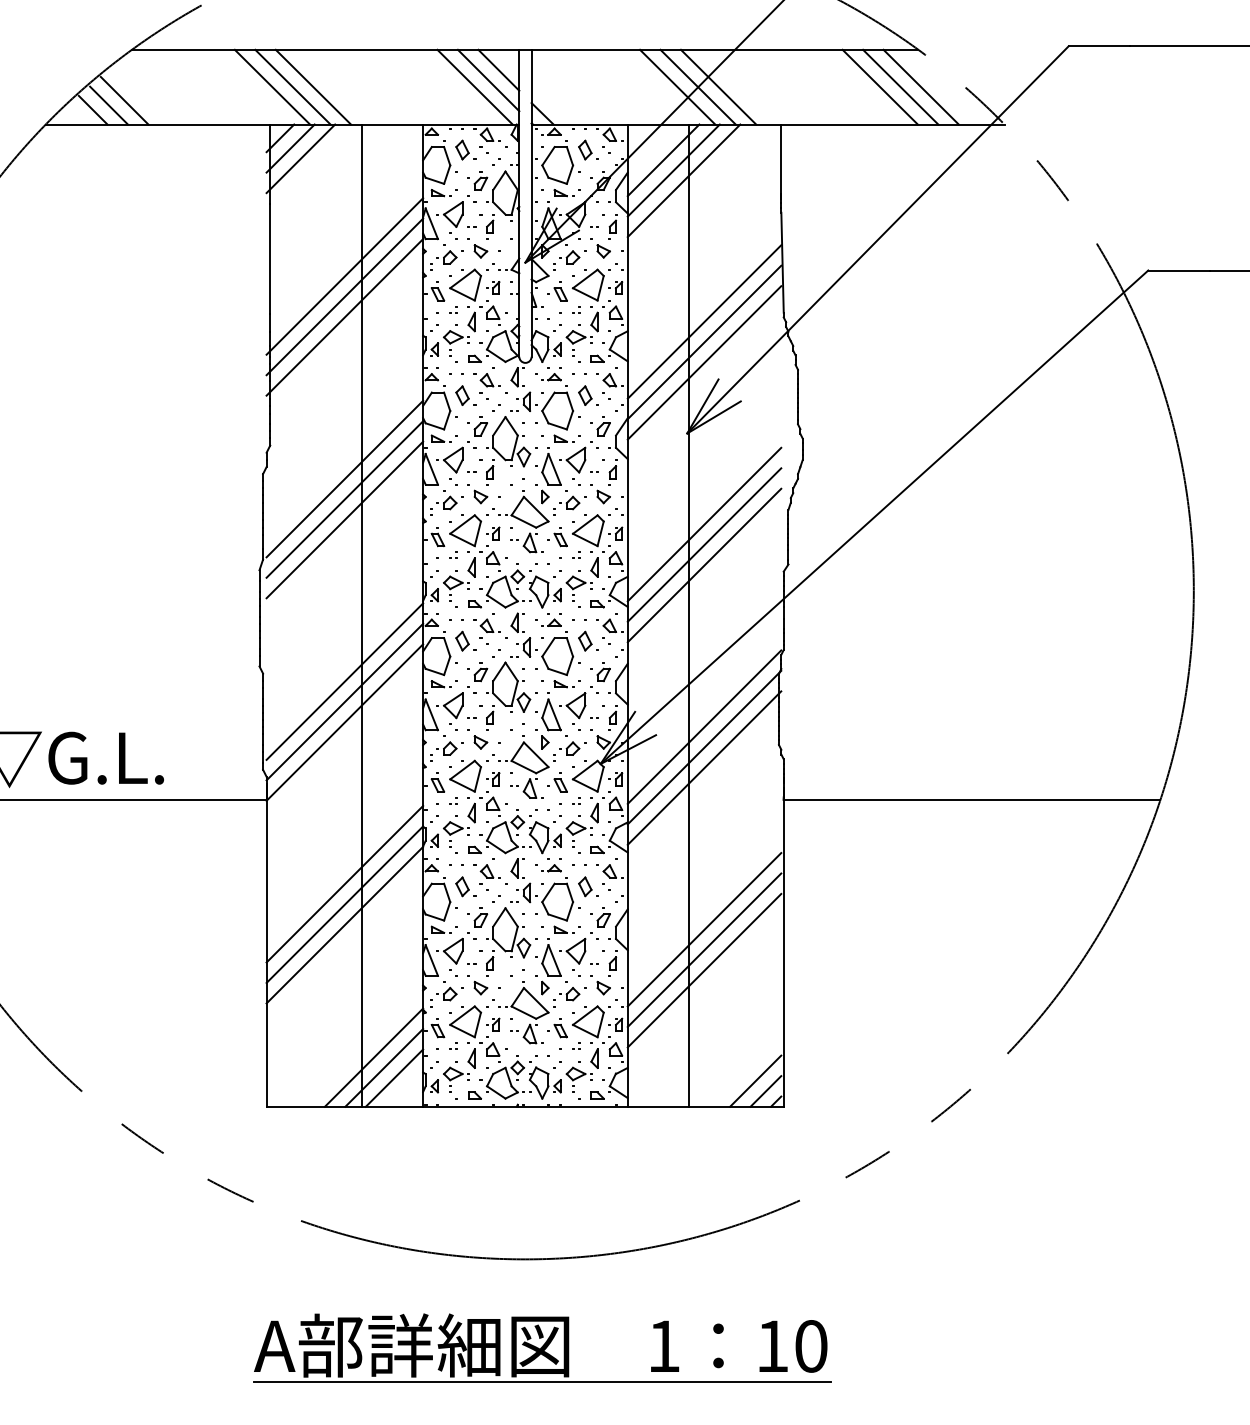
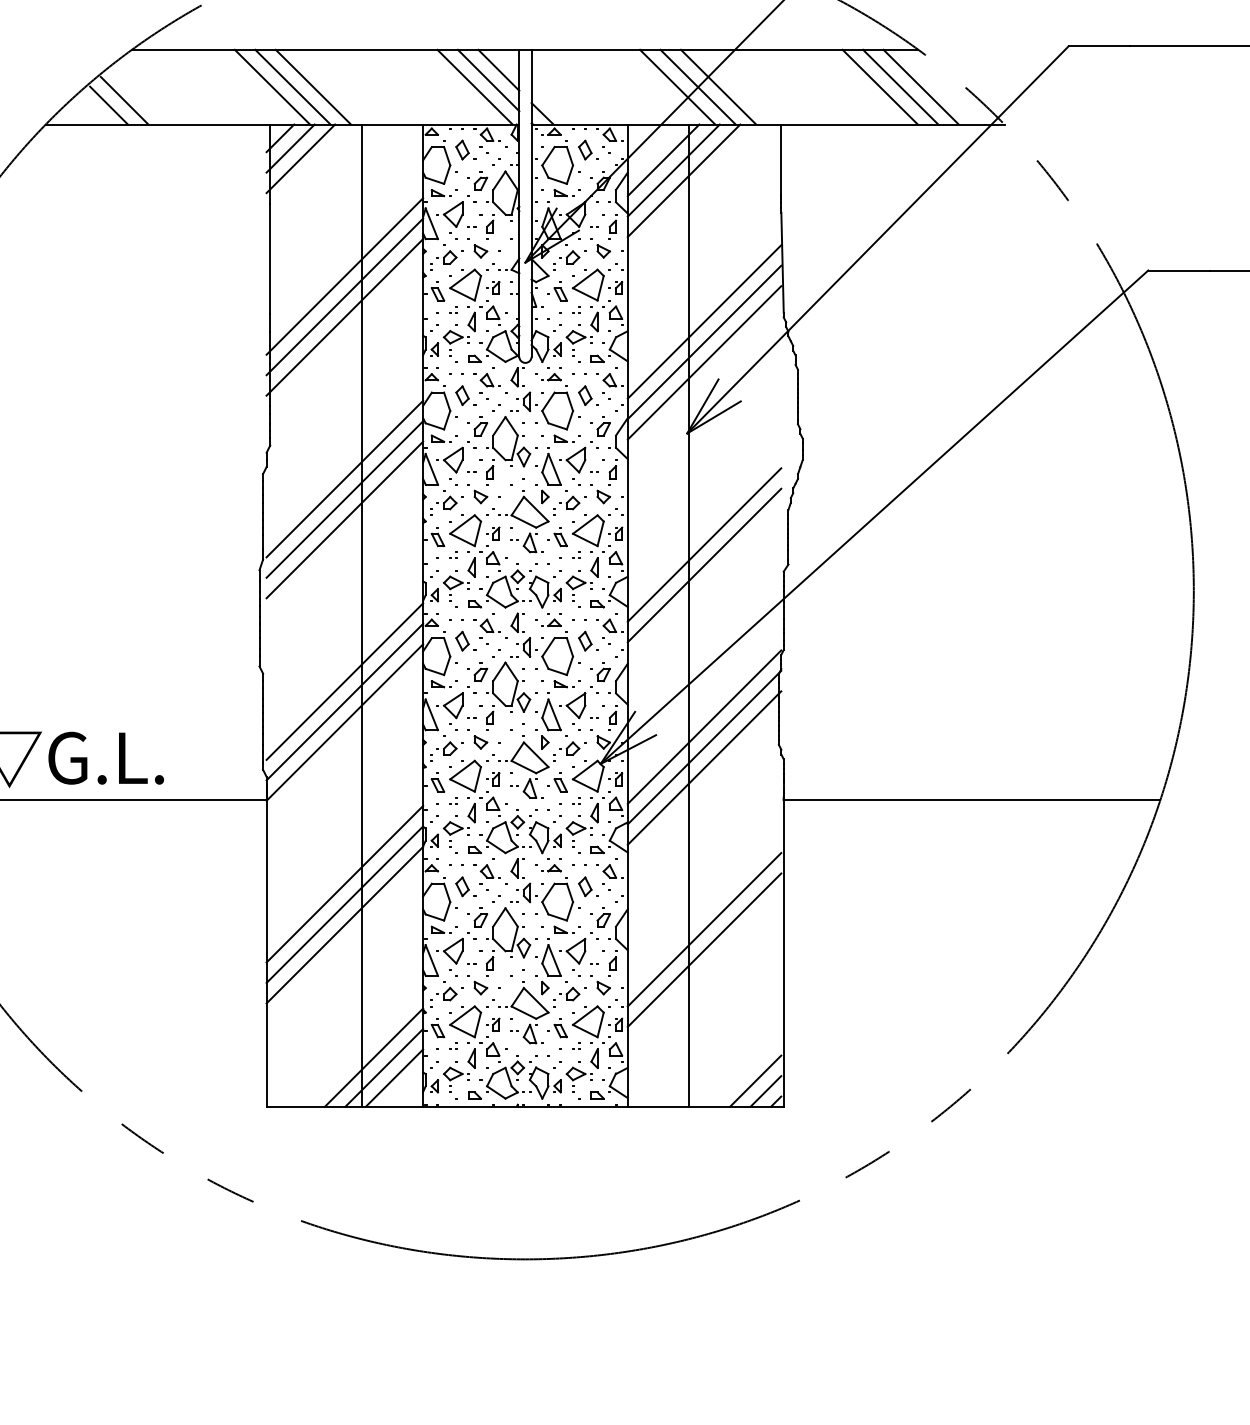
line at (92, 109): present -> none
line at (704, 524): present -> none
line at (704, 970): present -> none
part at (542, 1347): present -> none
